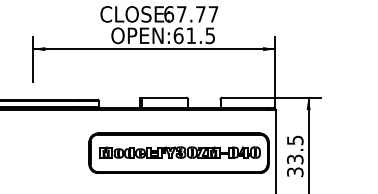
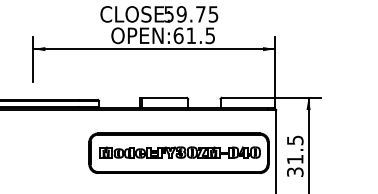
text at (191, 14): 67.77 -> 59.75
text at (295, 159): 33.5 -> 31.5
